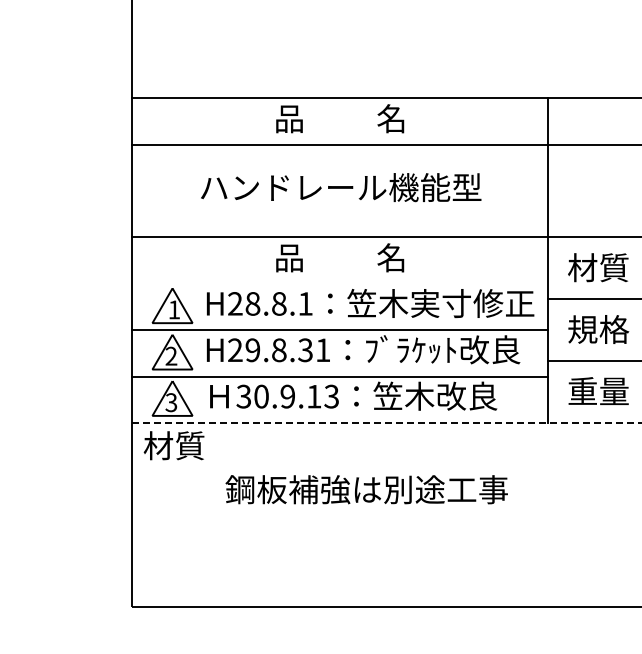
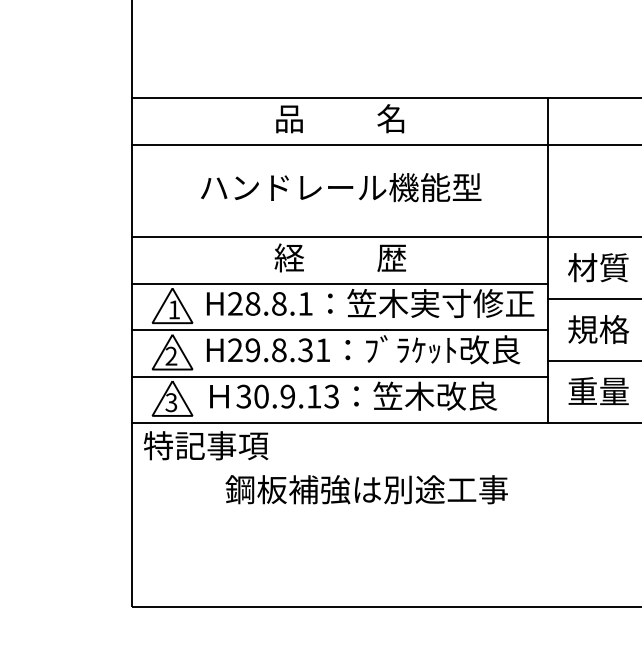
text at (340, 257): 品          名 -> 経          歴
line at (339, 283): none -> present
line at (386, 422): dashed -> solid
text at (205, 445): 材質 -> 特記事項
